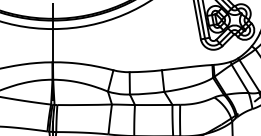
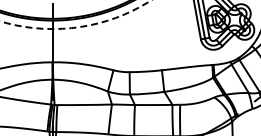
circle at (75, 14): solid -> dashed
